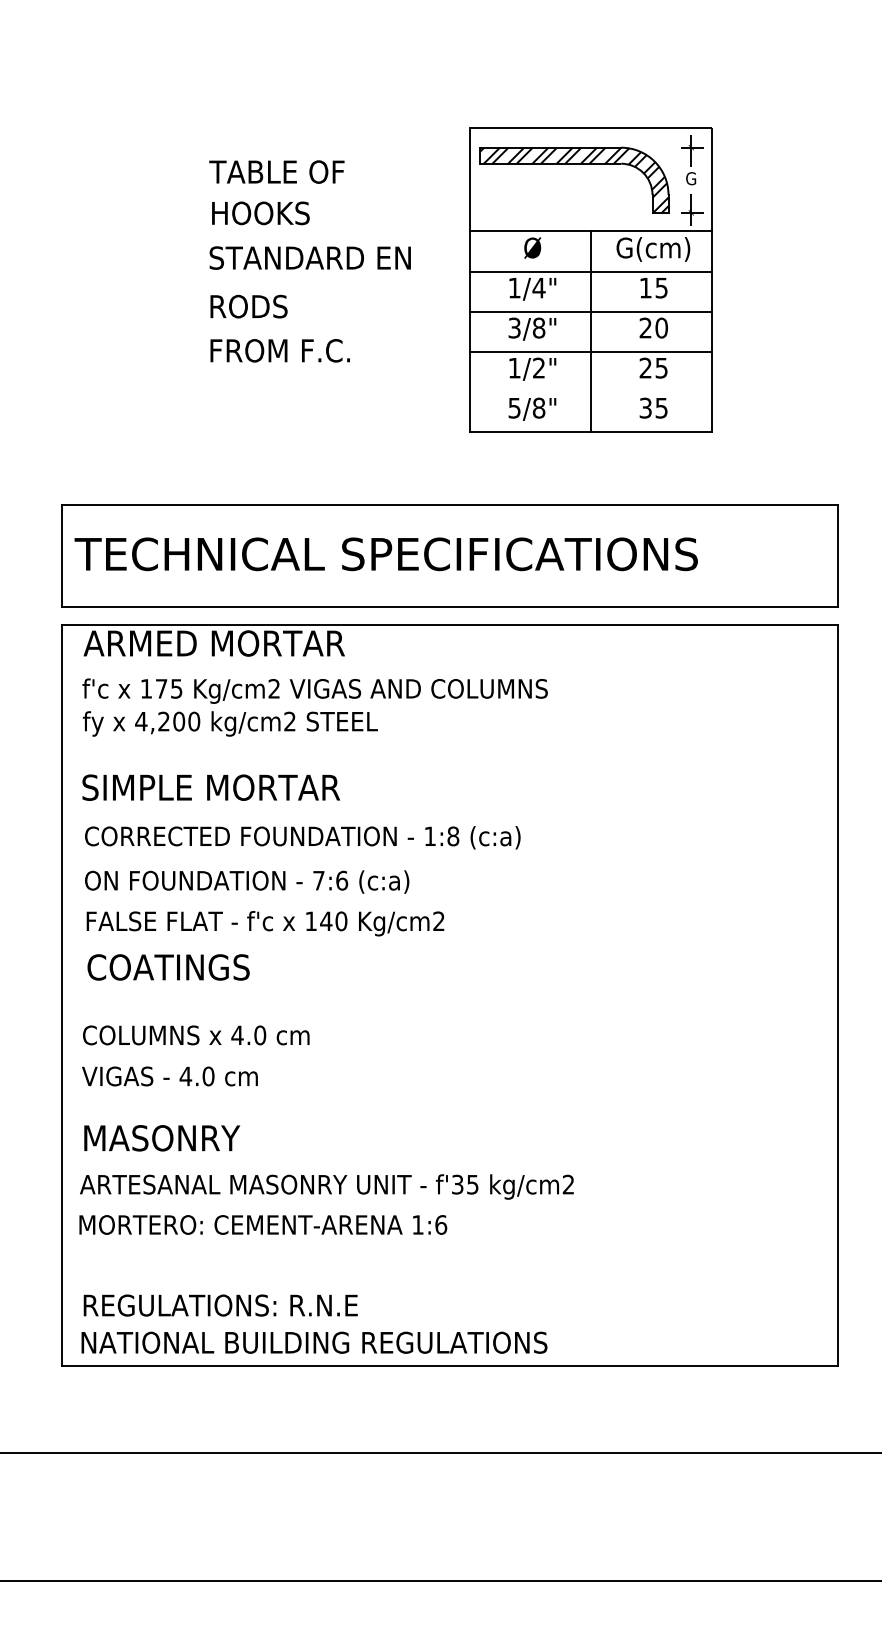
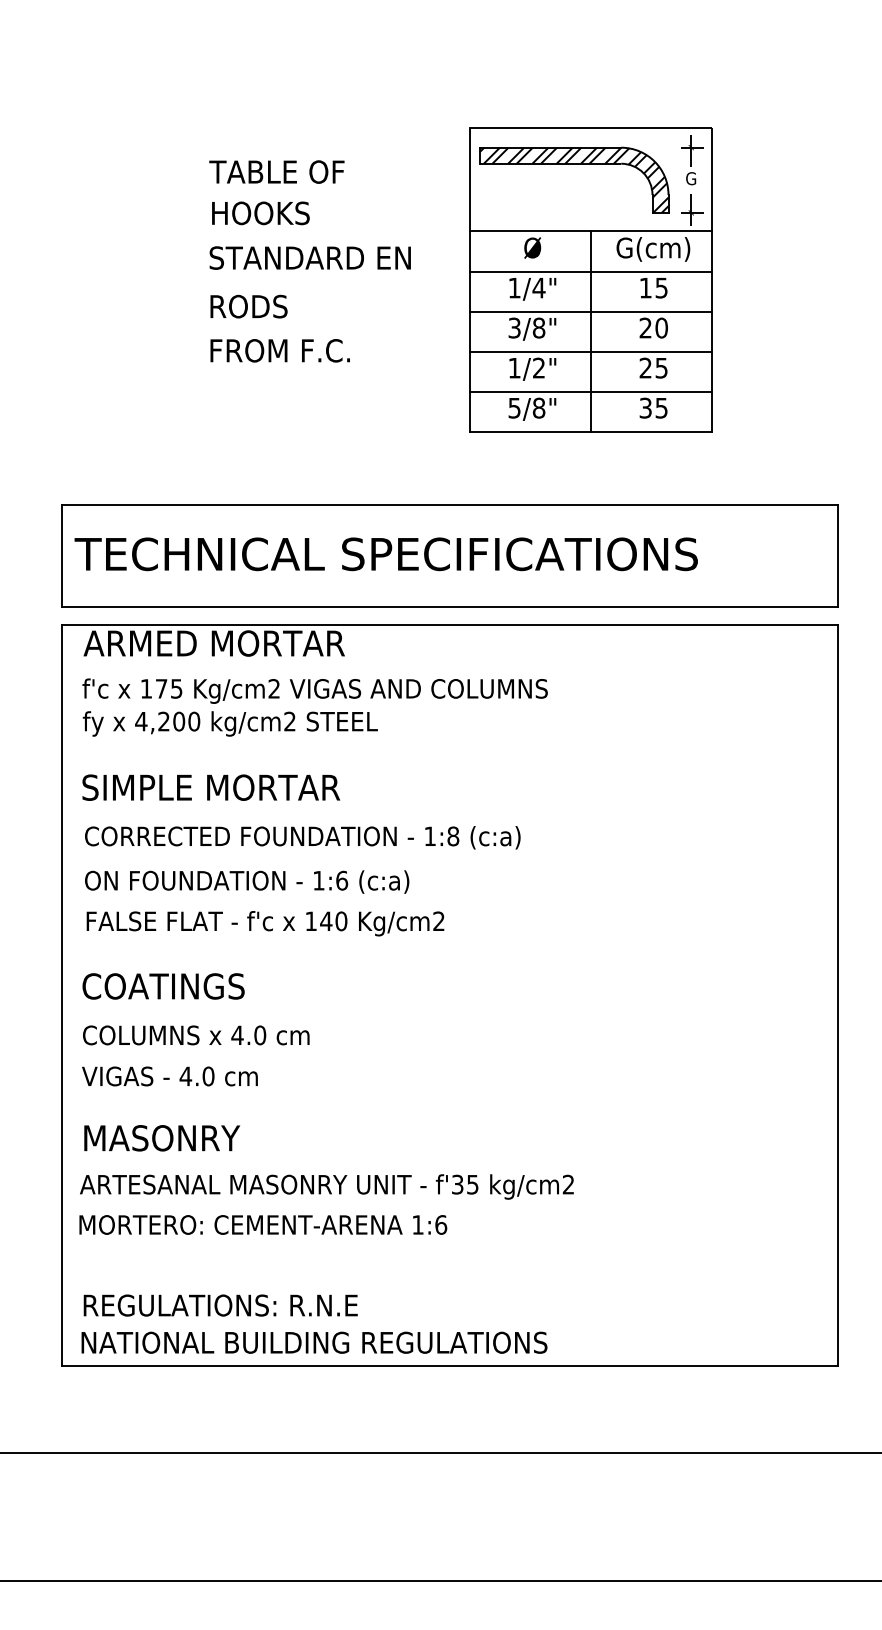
line at (590, 391): none -> present
text at (318, 880): 7:6 -> 1:6
text at (168, 967) position: (168, 967) -> (163, 986)
